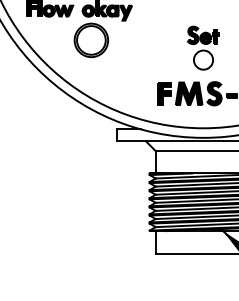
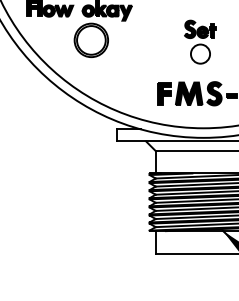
part at (203, 47) position: (203, 47) -> (200, 41)
